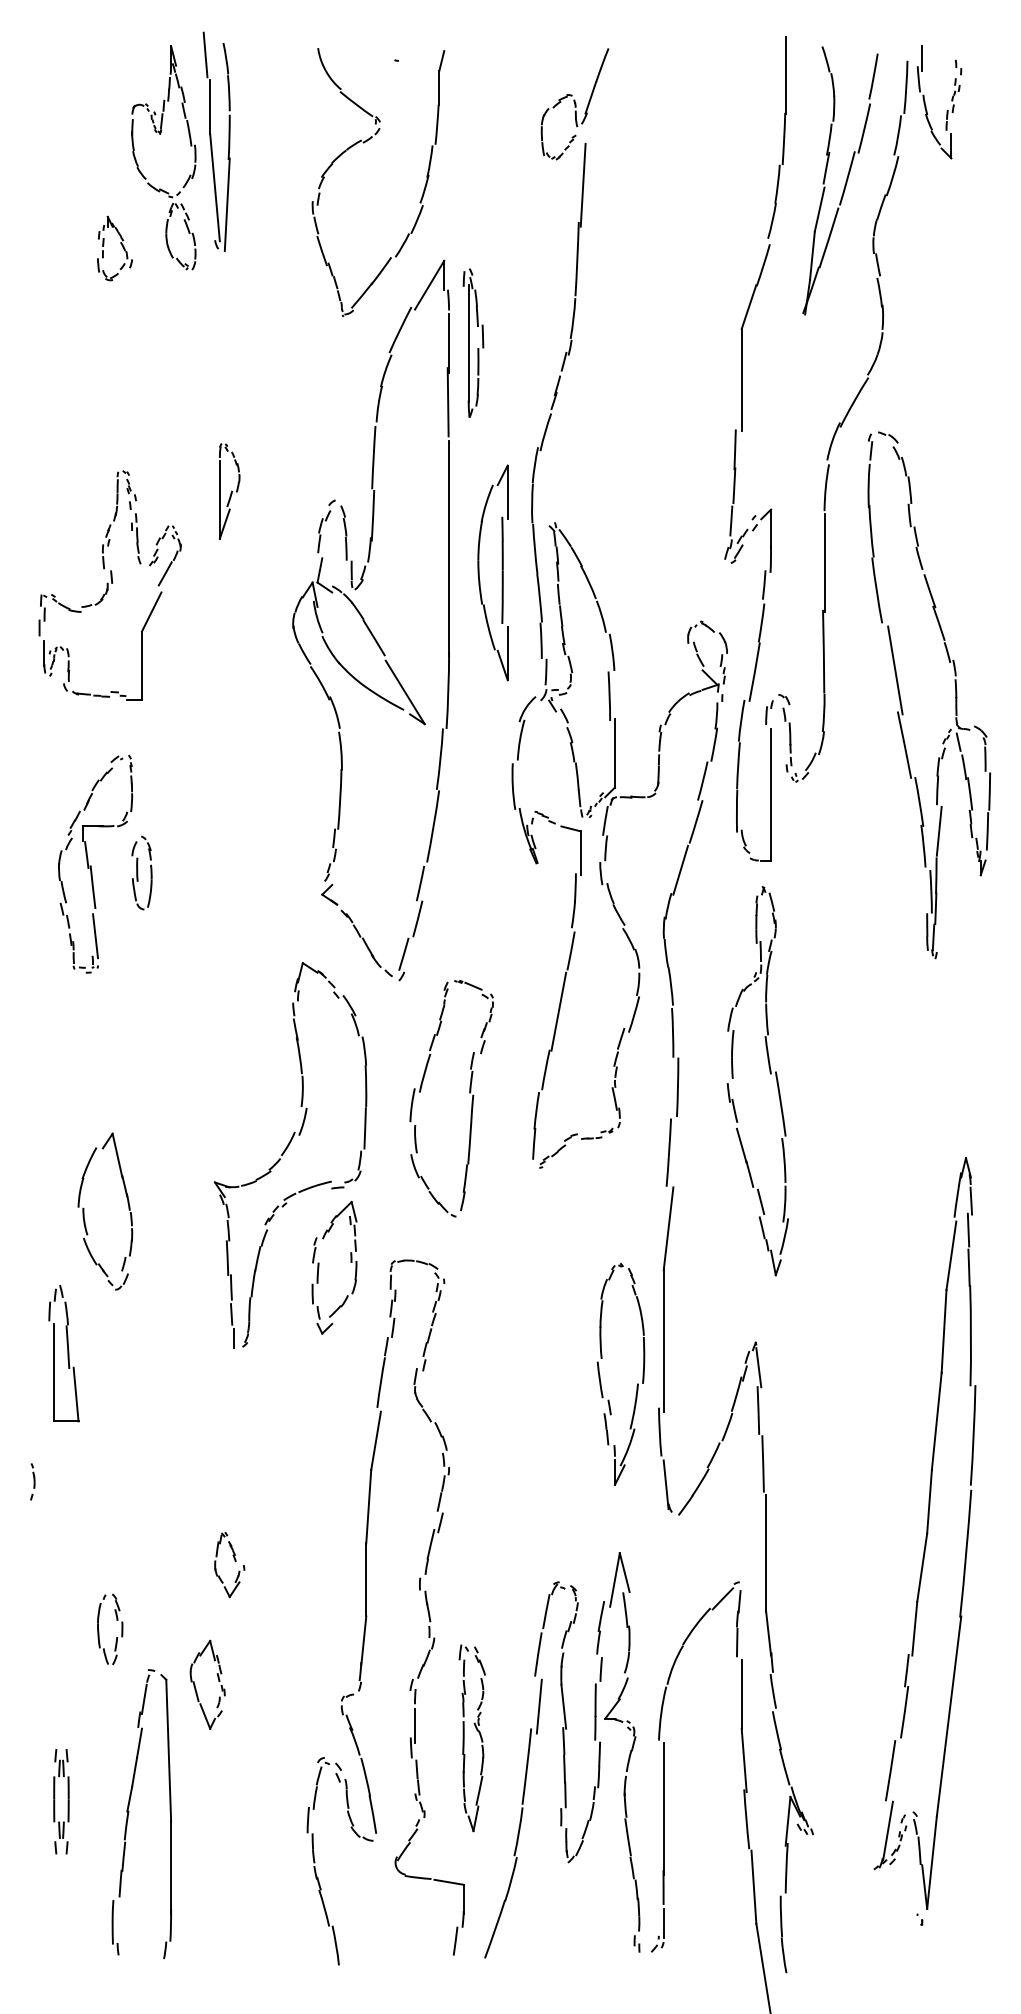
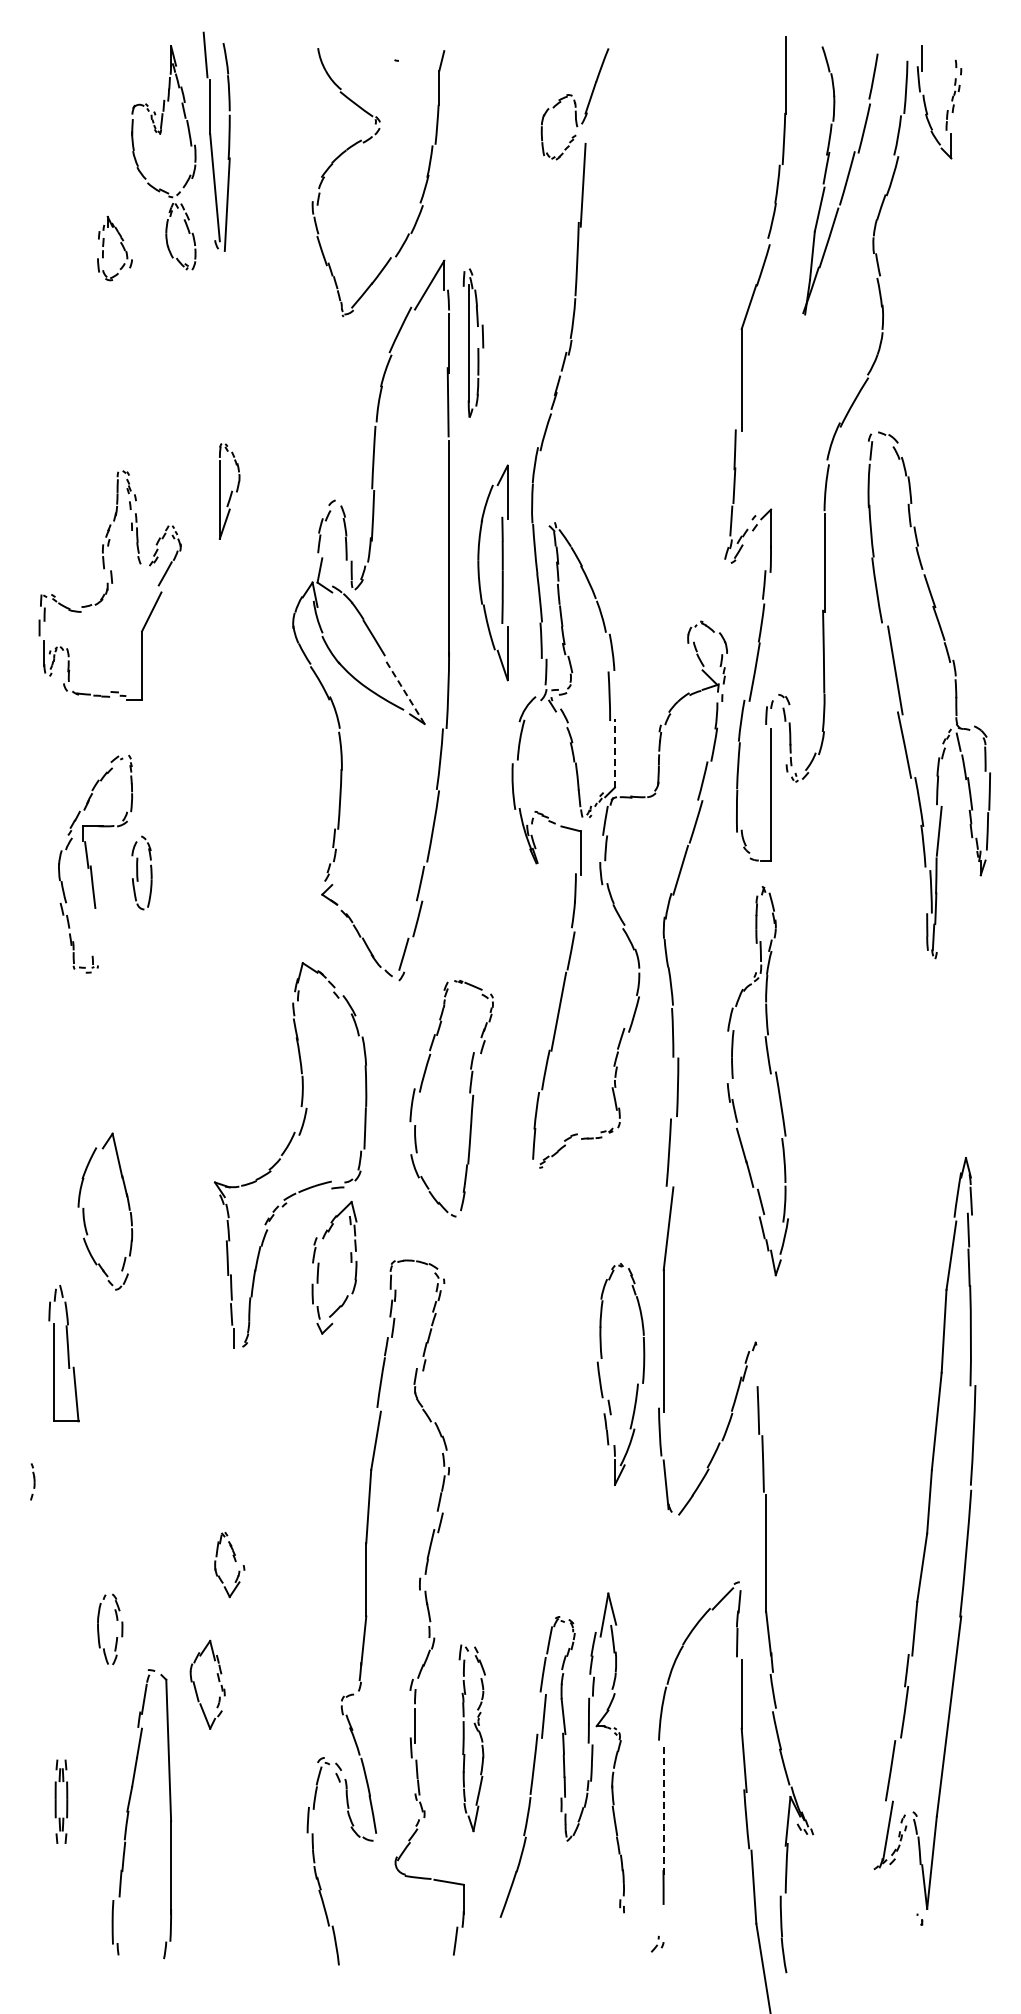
line at (404, 691): solid -> dashed
line at (614, 752): solid -> dashed
line at (95, 936): present -> none
line at (758, 1367): present -> none
part at (562, 1755) size: 157x407 px -> 126x326 px
part at (61, 1801) size: 17x106 px -> 15x85 px
line at (663, 1809): solid -> dashed
line at (663, 1923): present -> none
